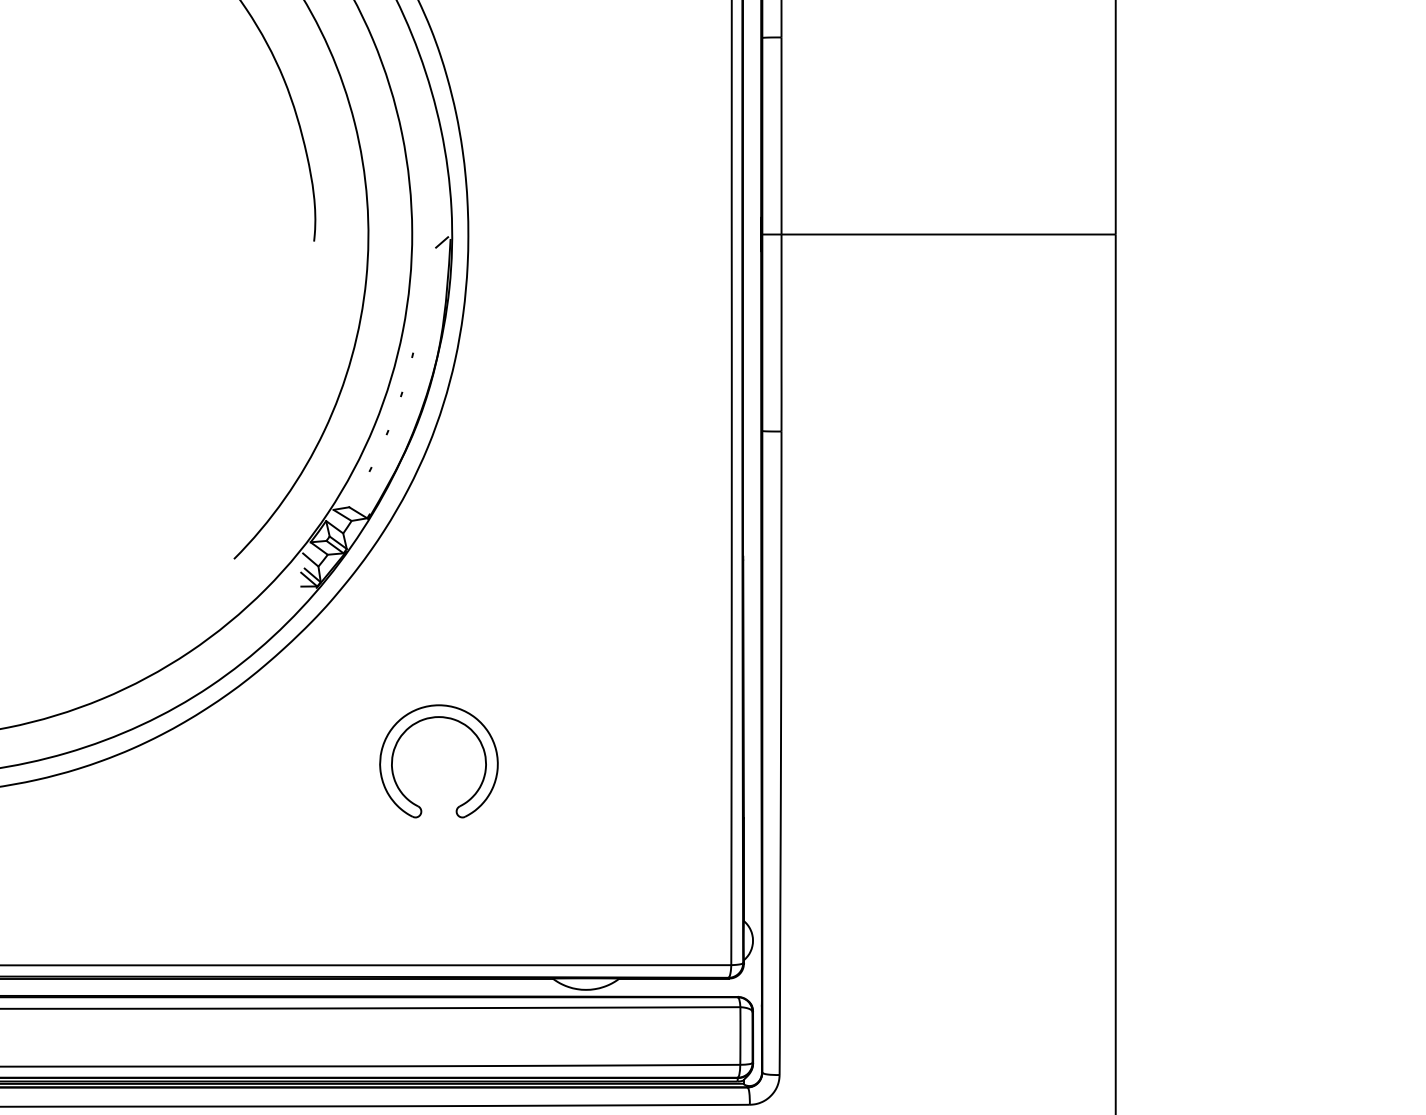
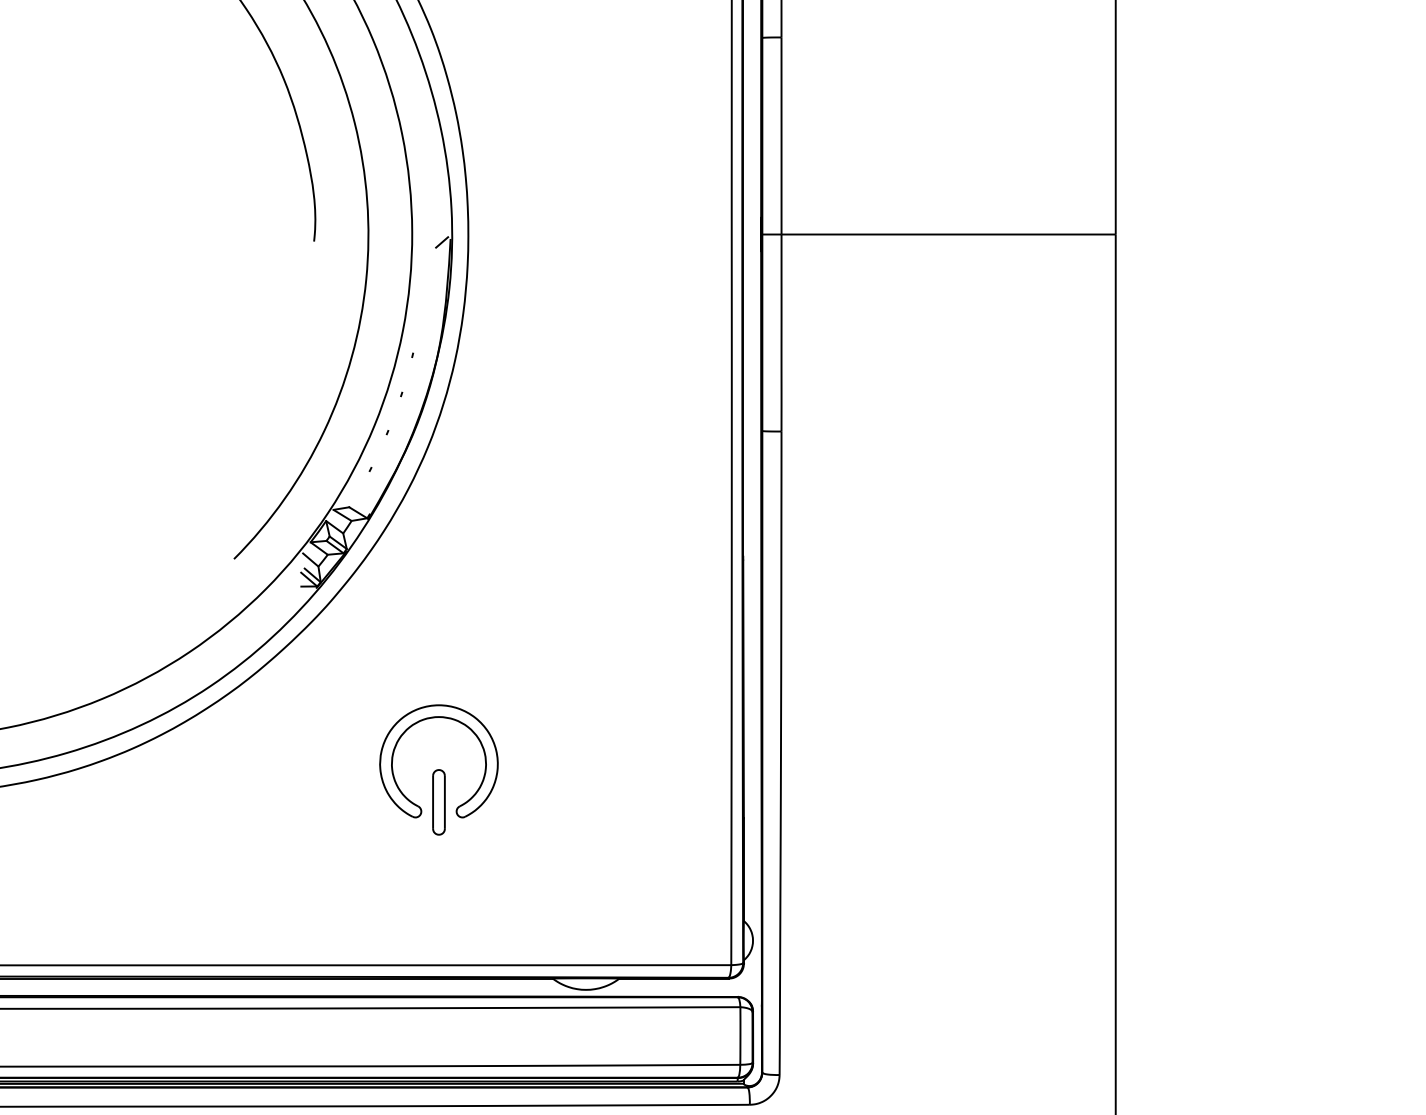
part at (438, 802): none -> present
